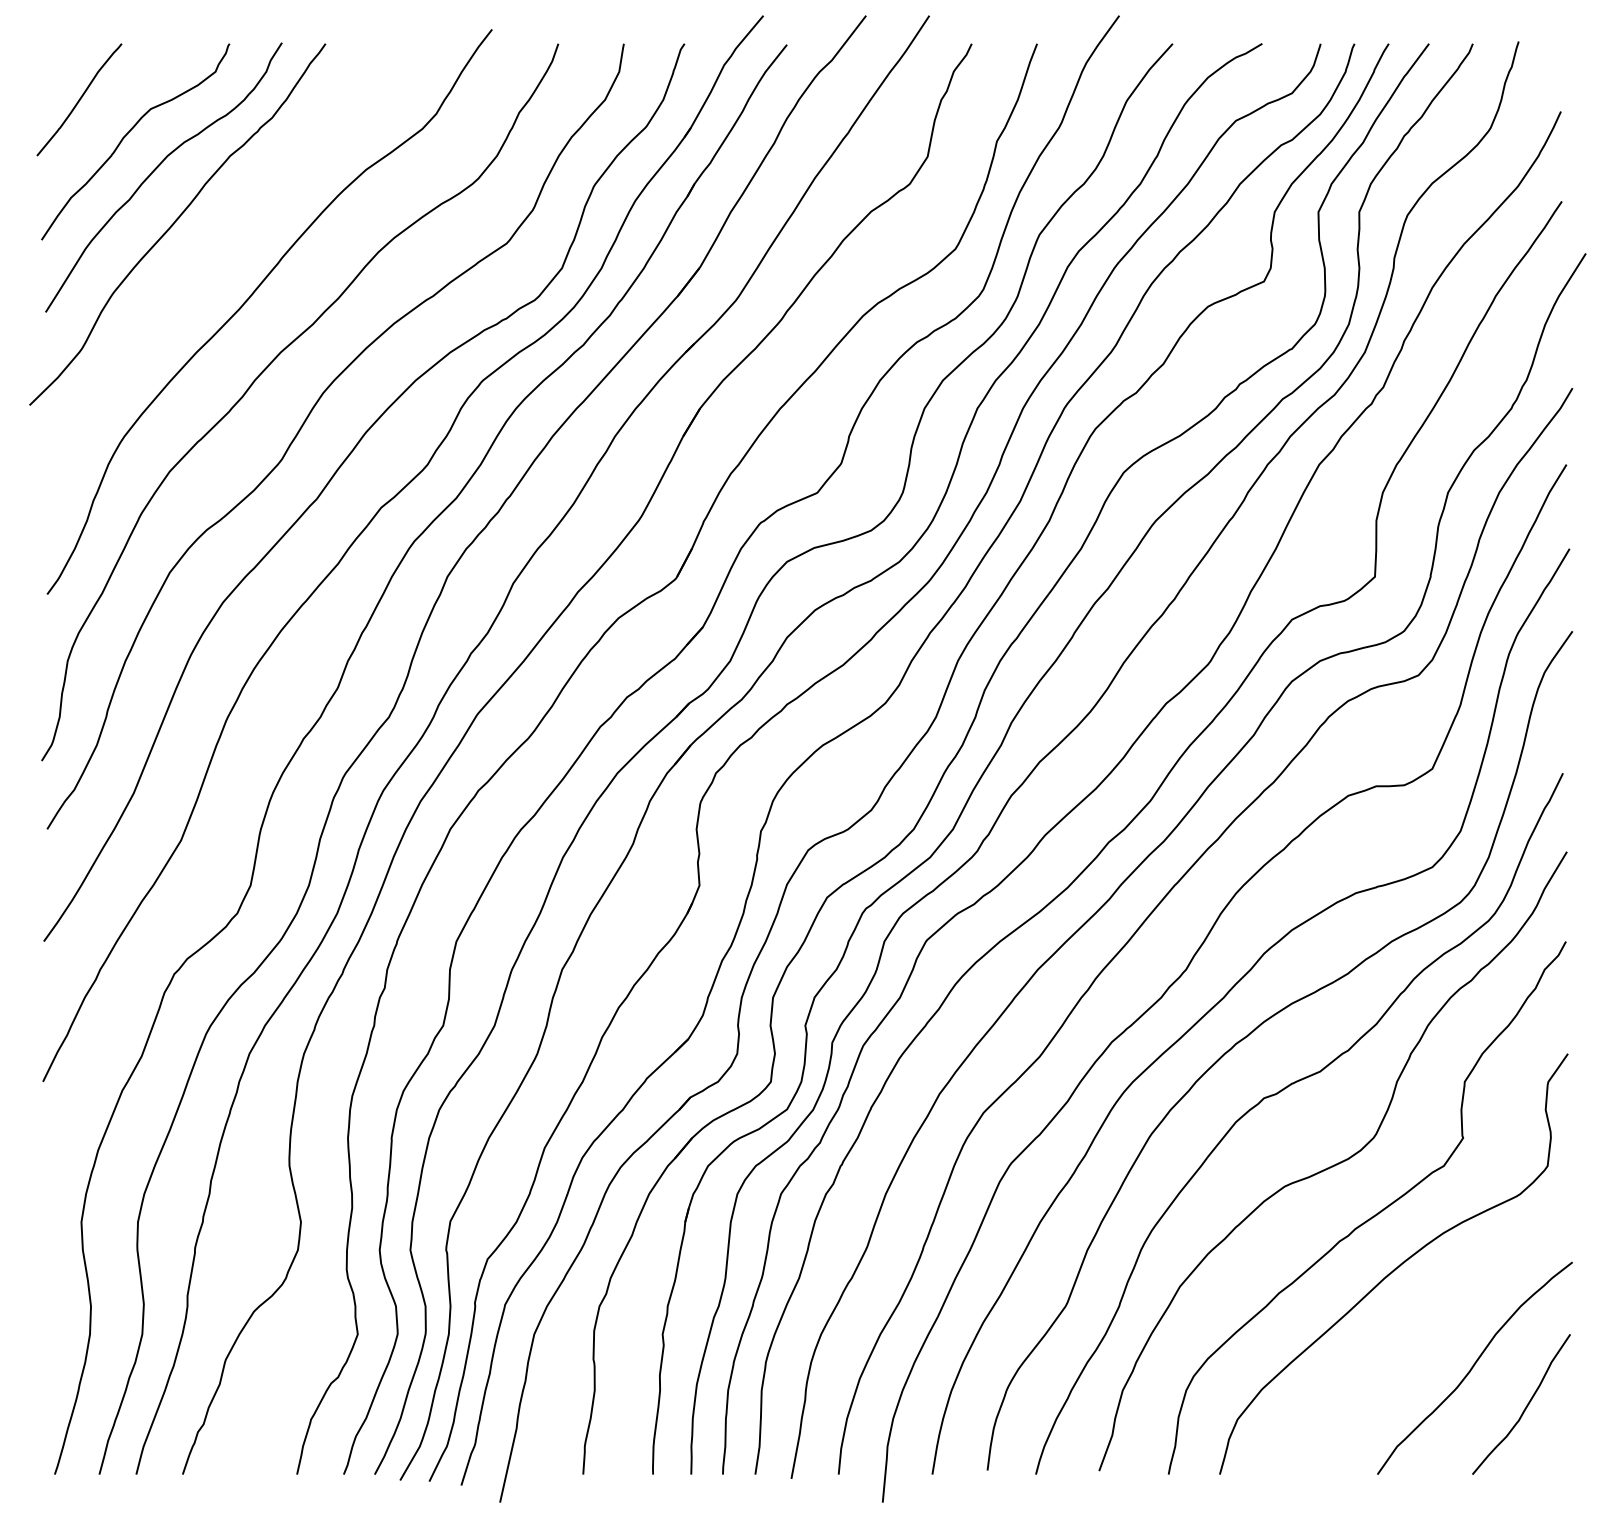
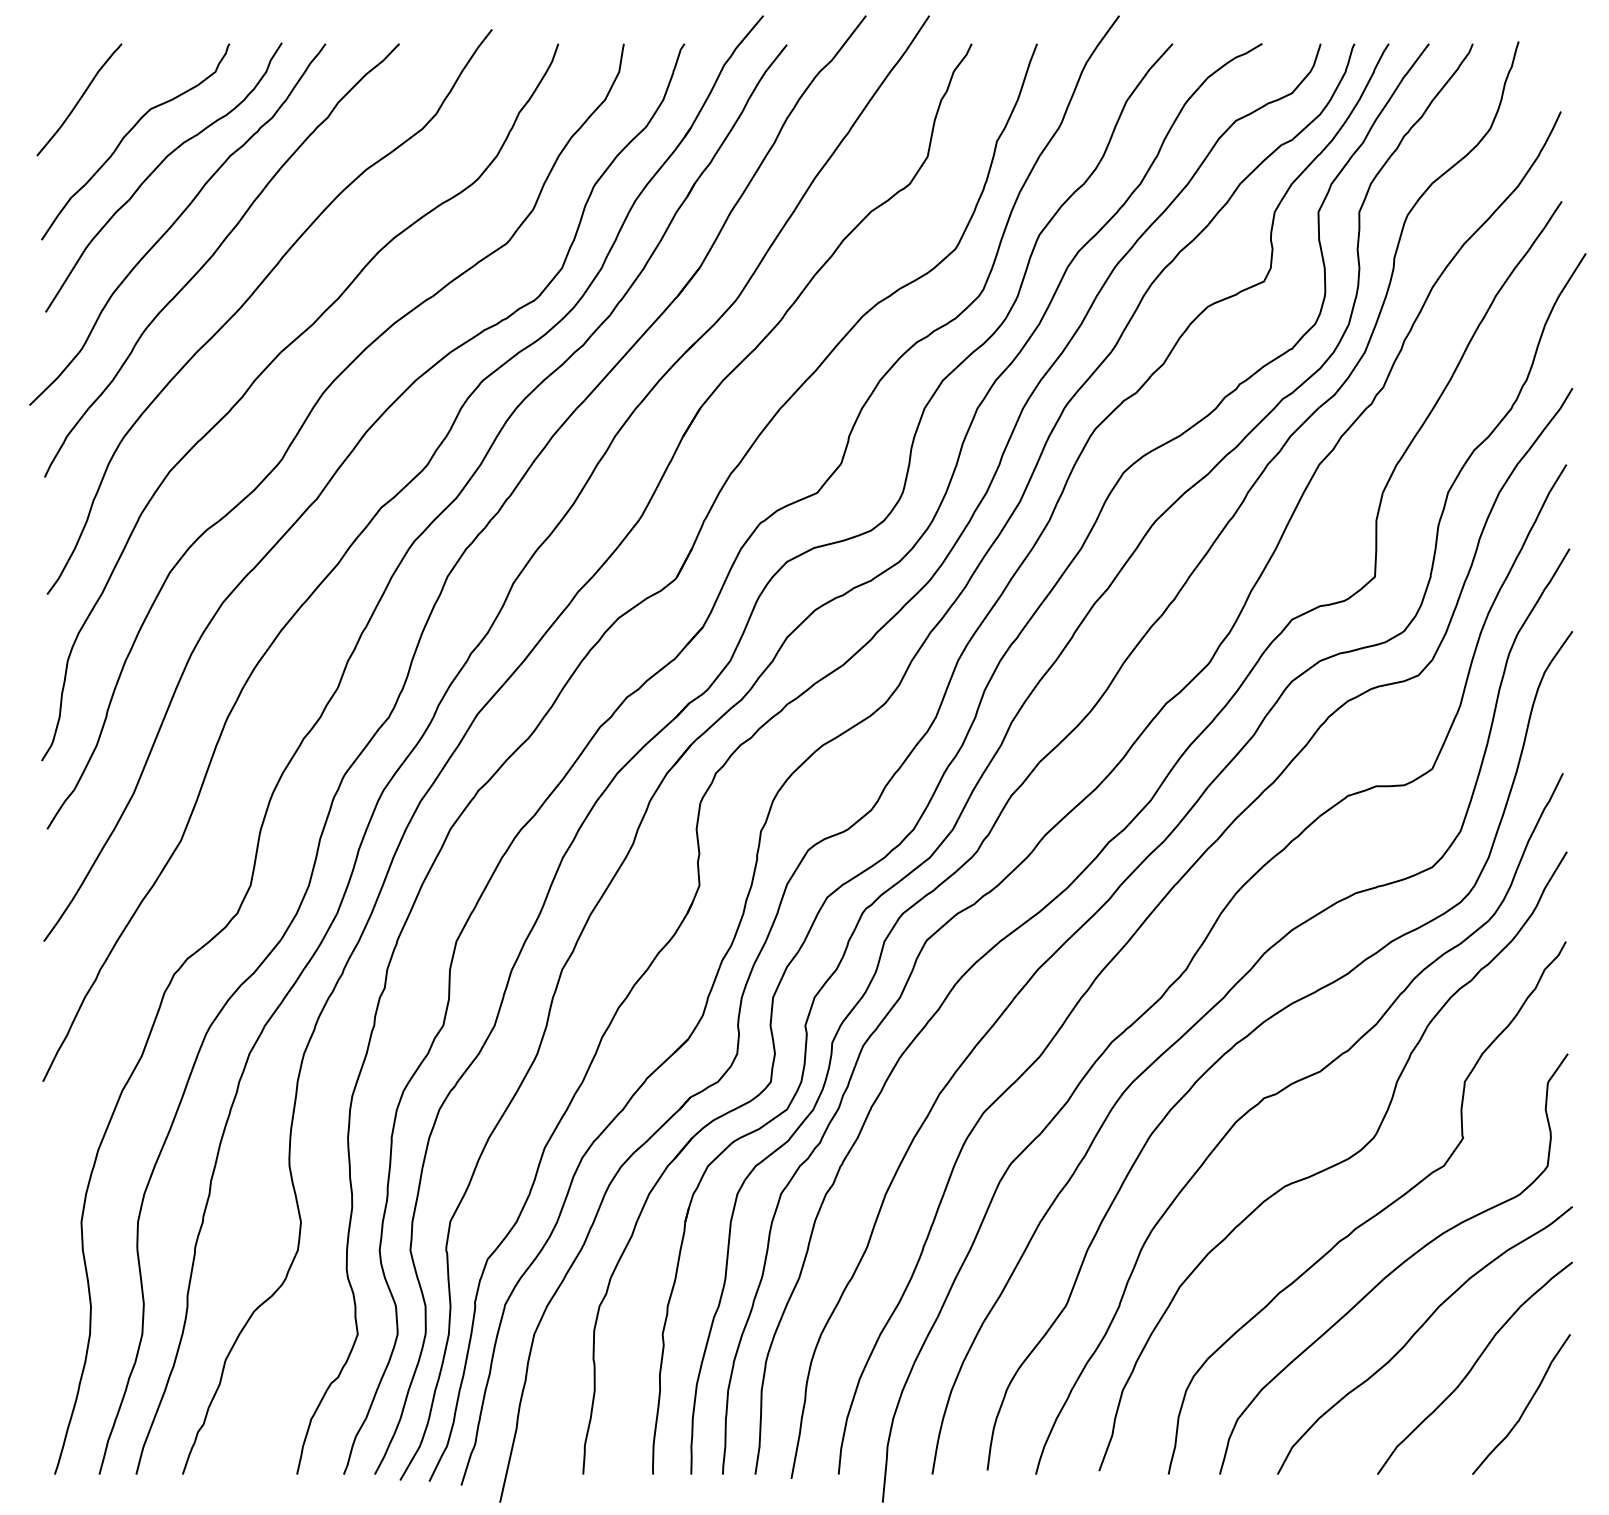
curve at (213, 256): none -> present
curve at (1417, 1332): none -> present
